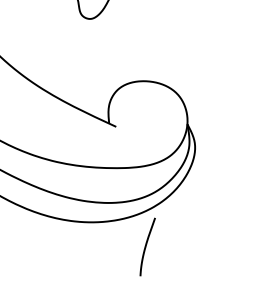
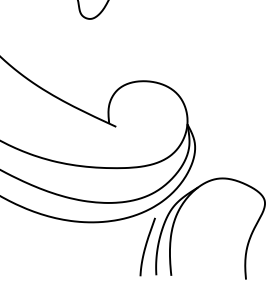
part at (177, 216): none -> present
